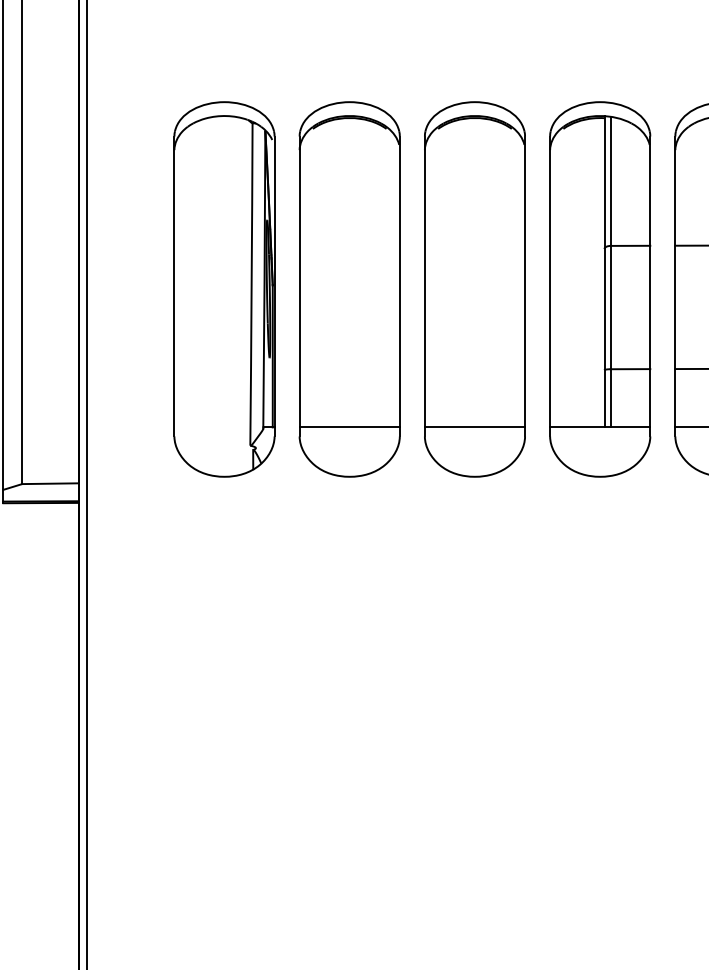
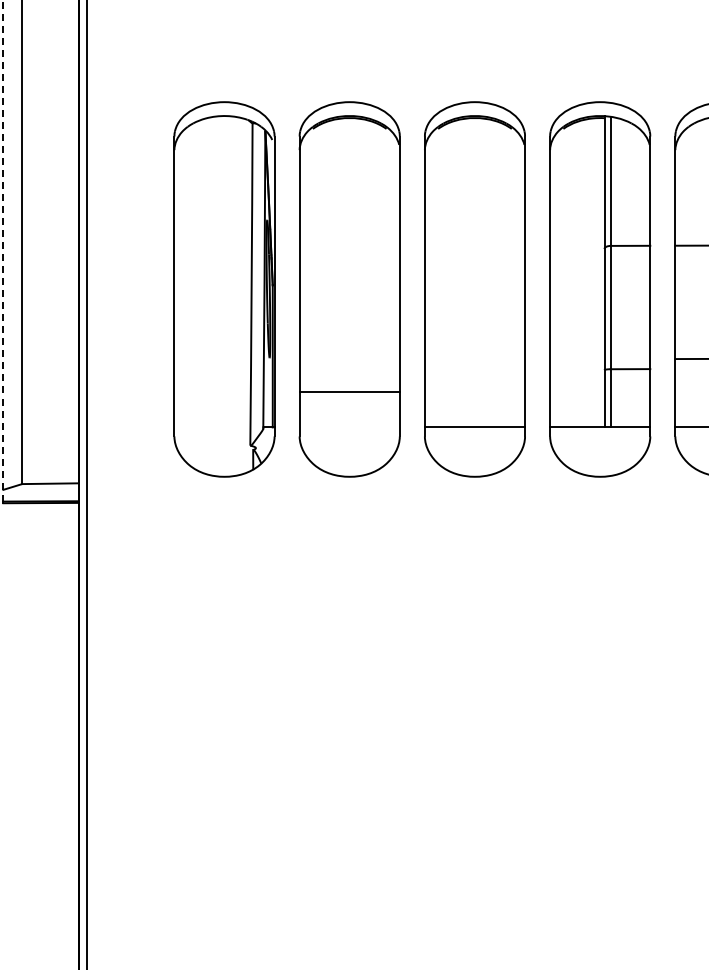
line at (3, 250): solid -> dashed
line at (690, 368) position: (690, 368) -> (690, 358)
line at (349, 427) position: (349, 427) -> (349, 392)
